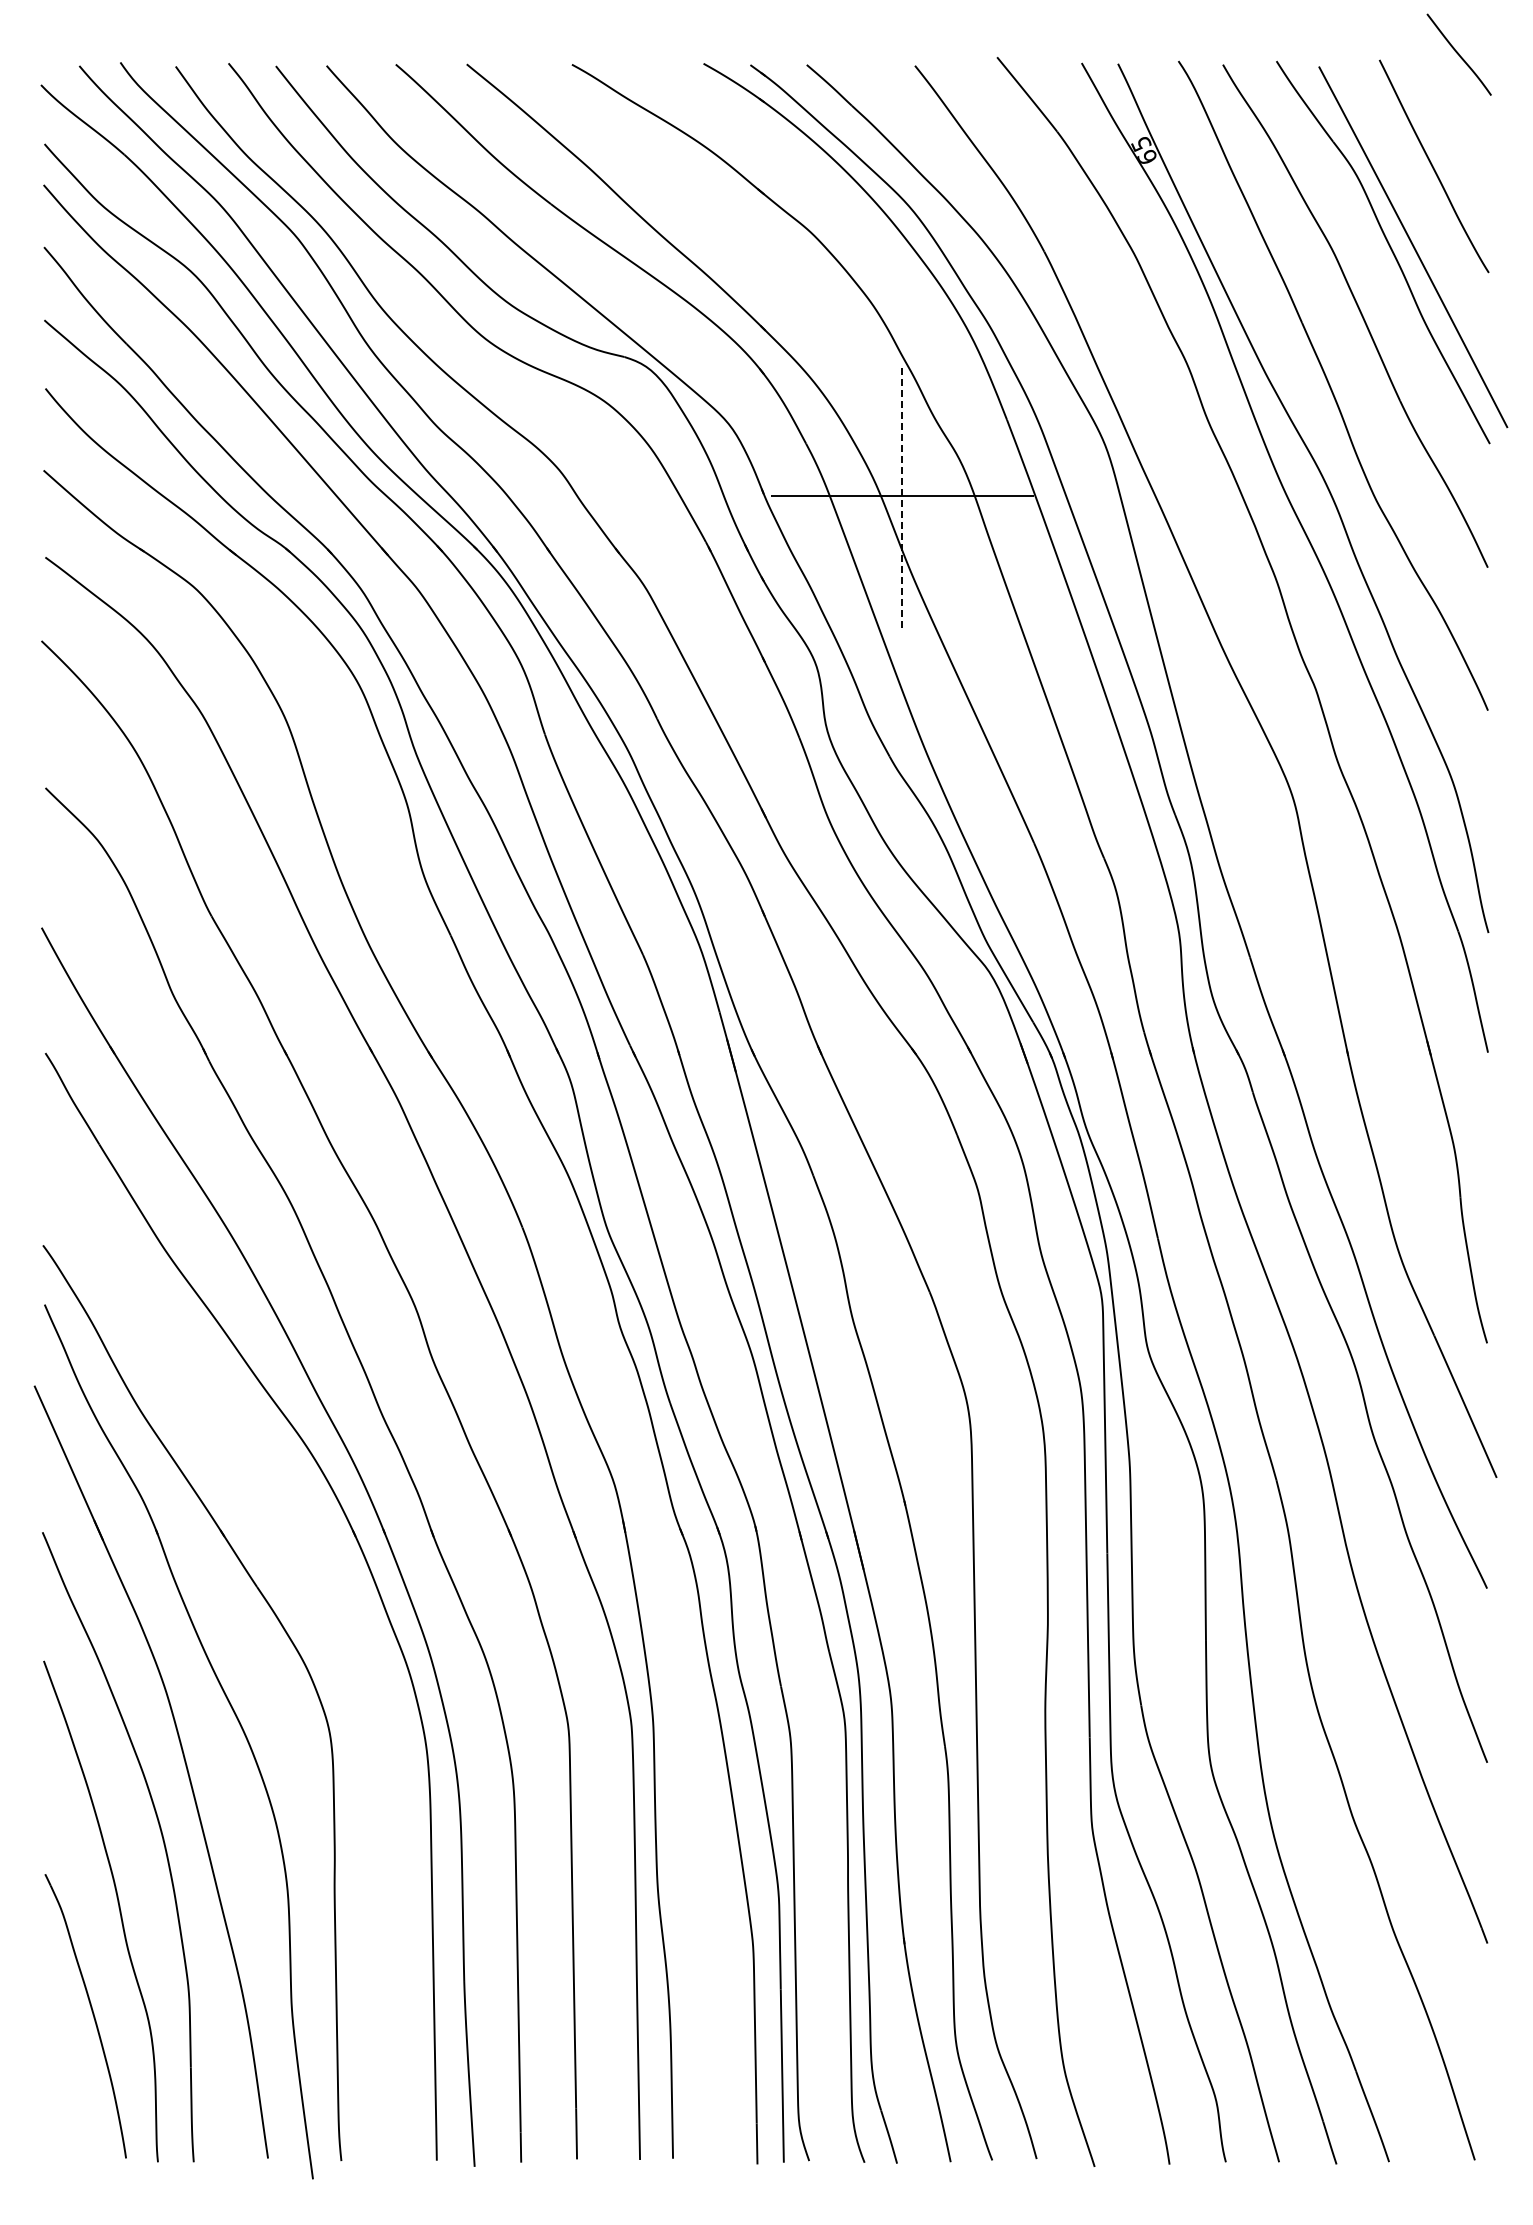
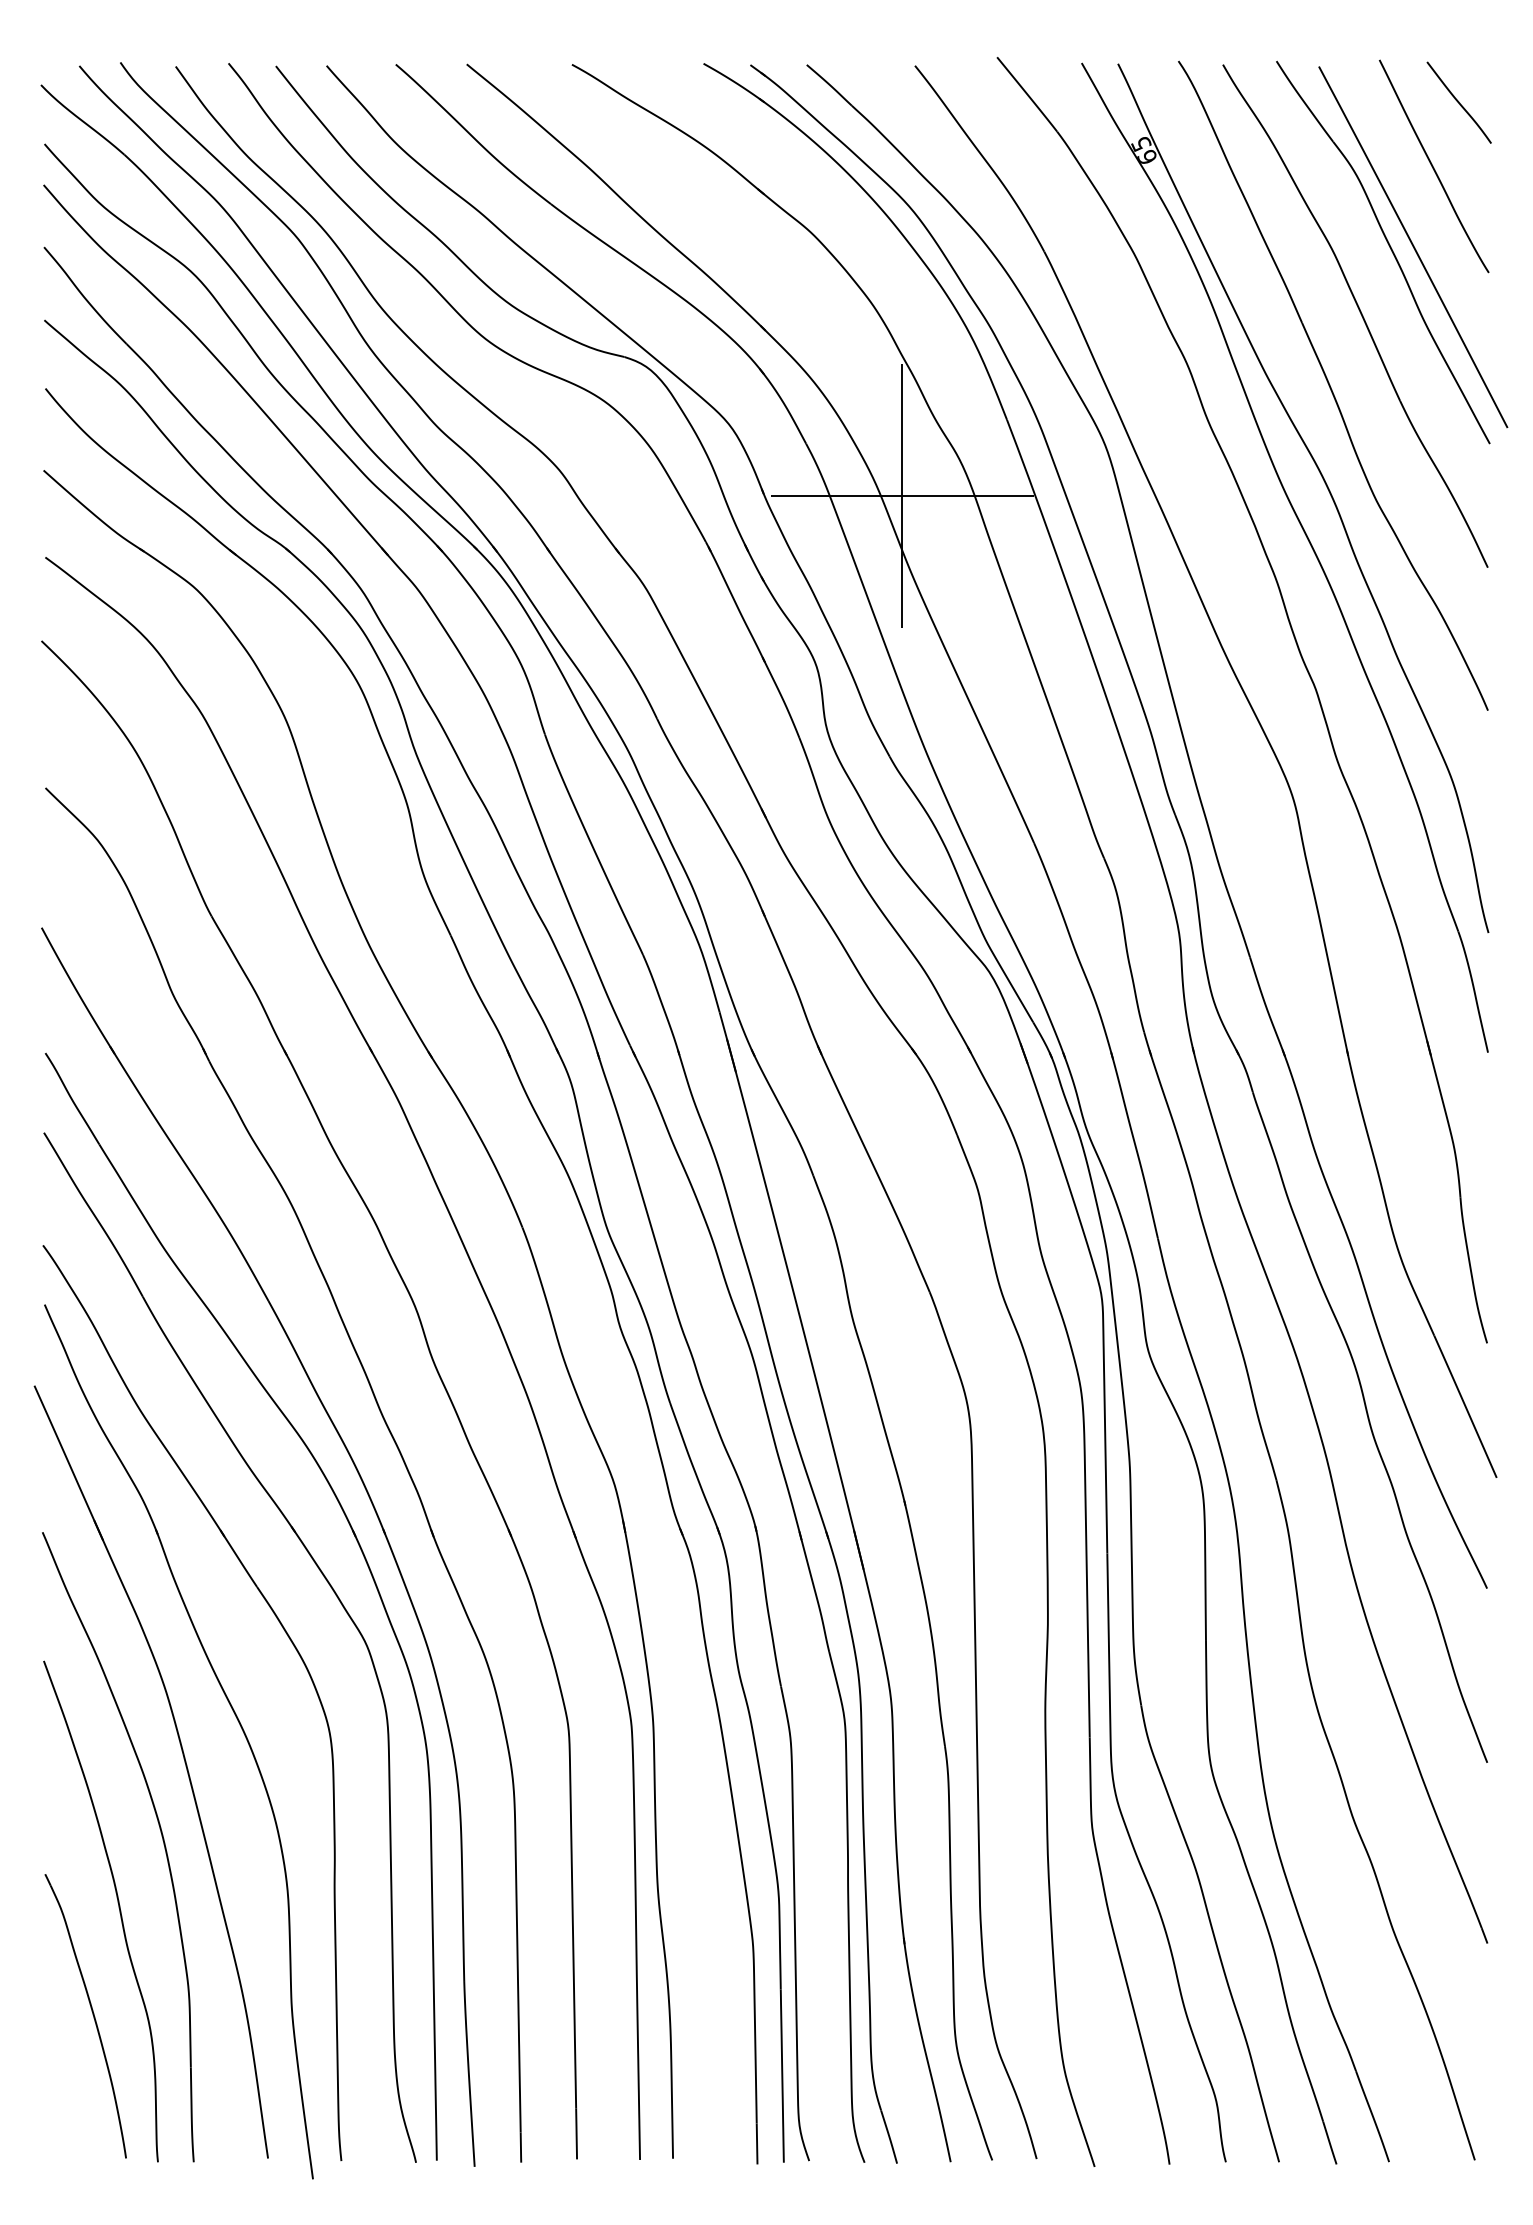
line at (1458, 54) position: (1458, 54) -> (1458, 102)
line at (902, 496): dashed -> solid
part at (326, 1581): none -> present
